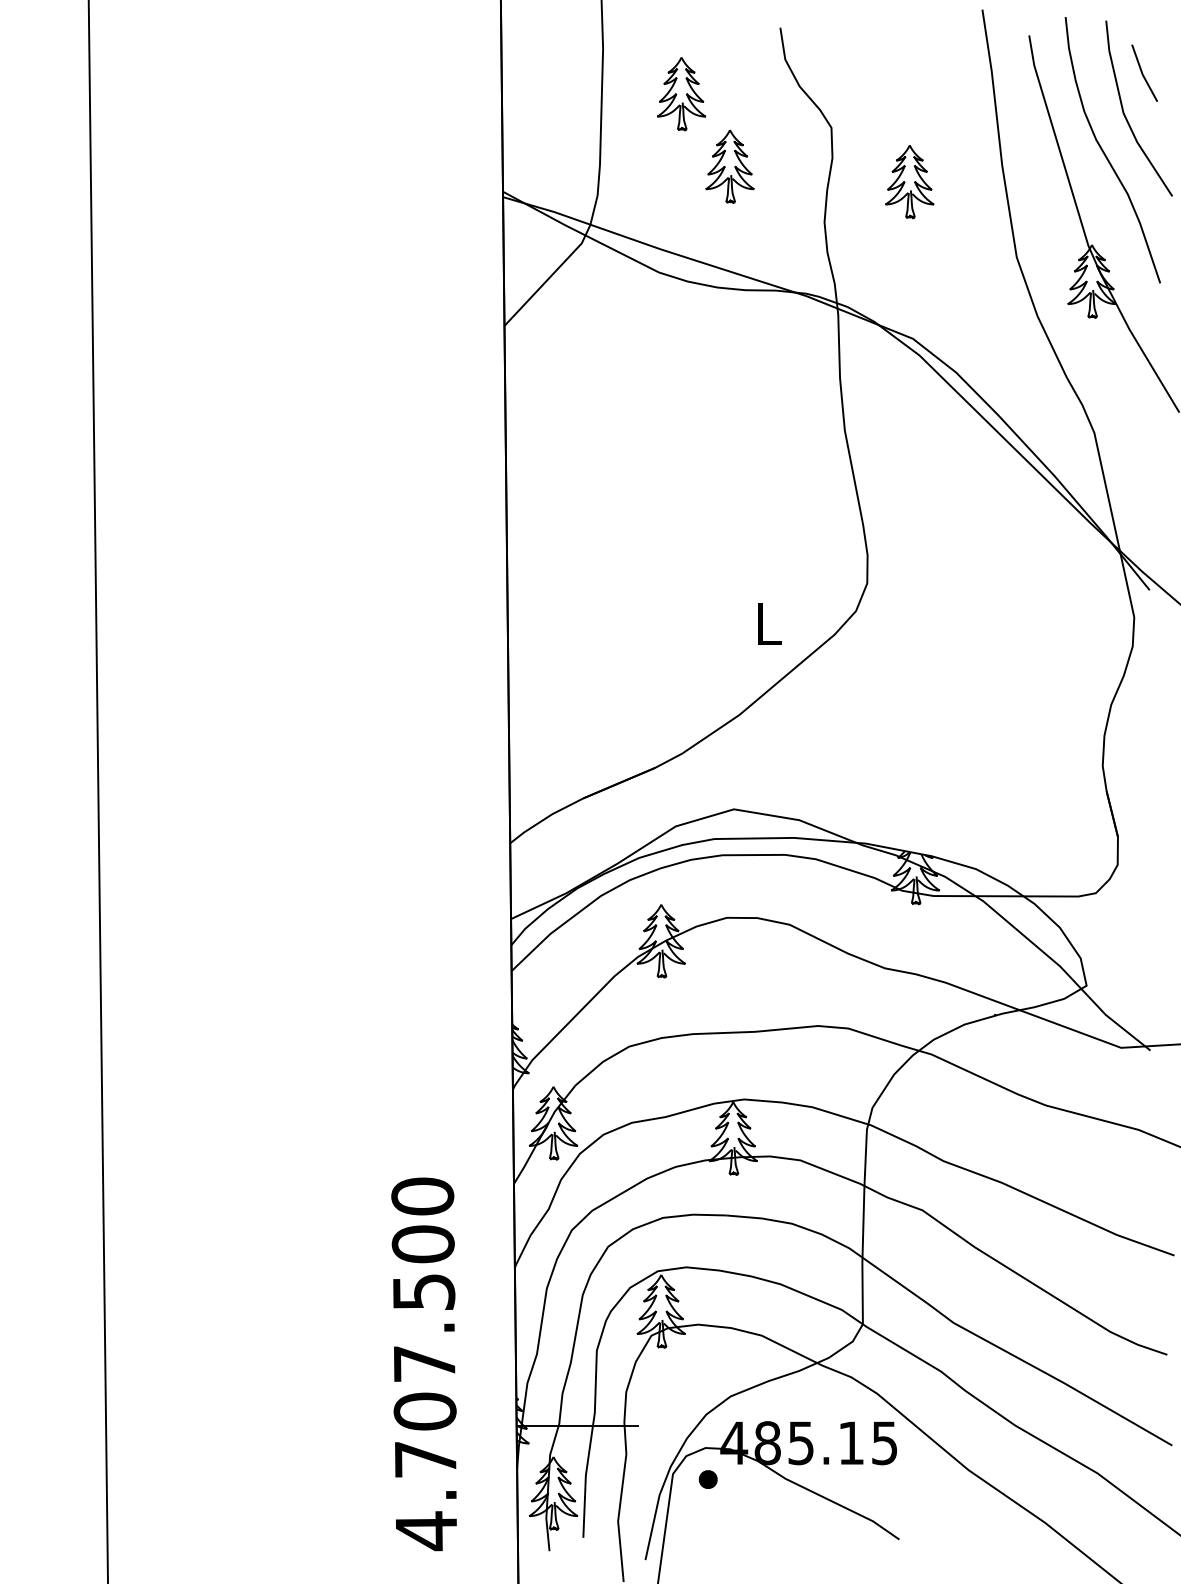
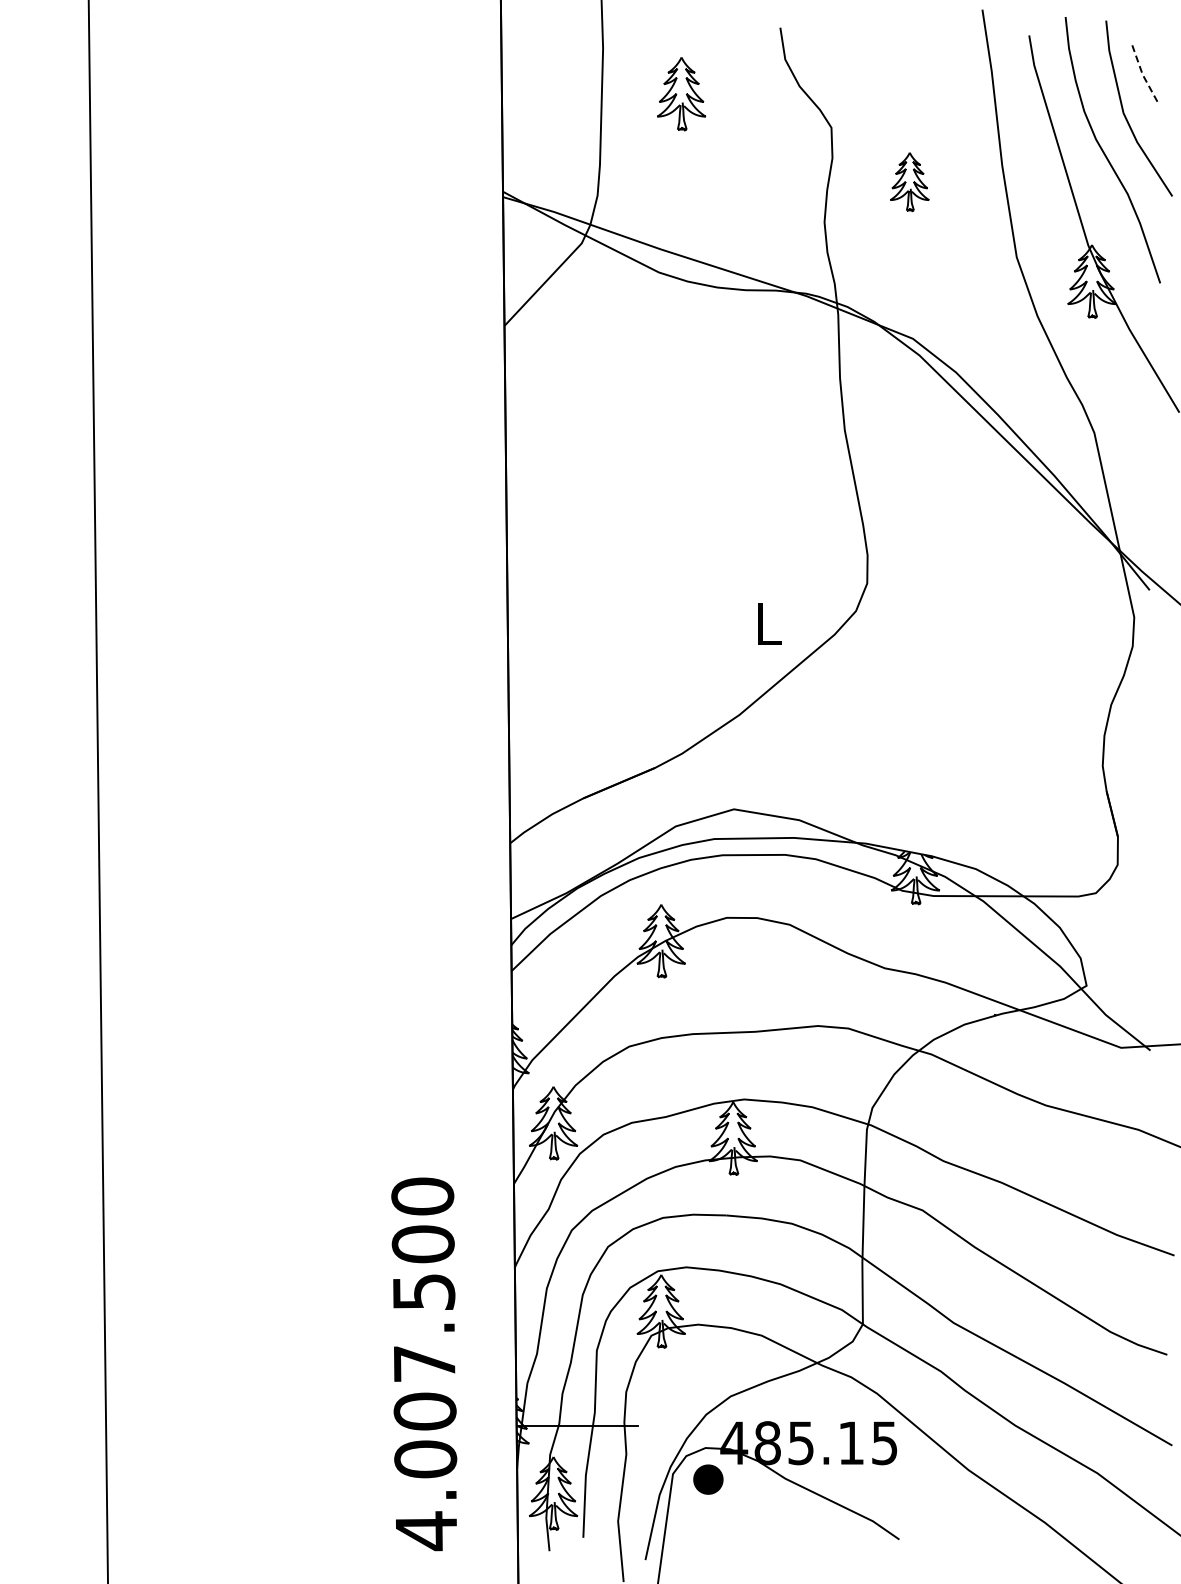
line at (1142, 74): solid -> dashed
part at (729, 166): present -> none
part at (909, 182) size: 50x75 px -> 40x61 px
text at (425, 1459): 4.707.500 -> 4.007.500
part at (707, 1479) size: 20x19 px -> 31x31 px
